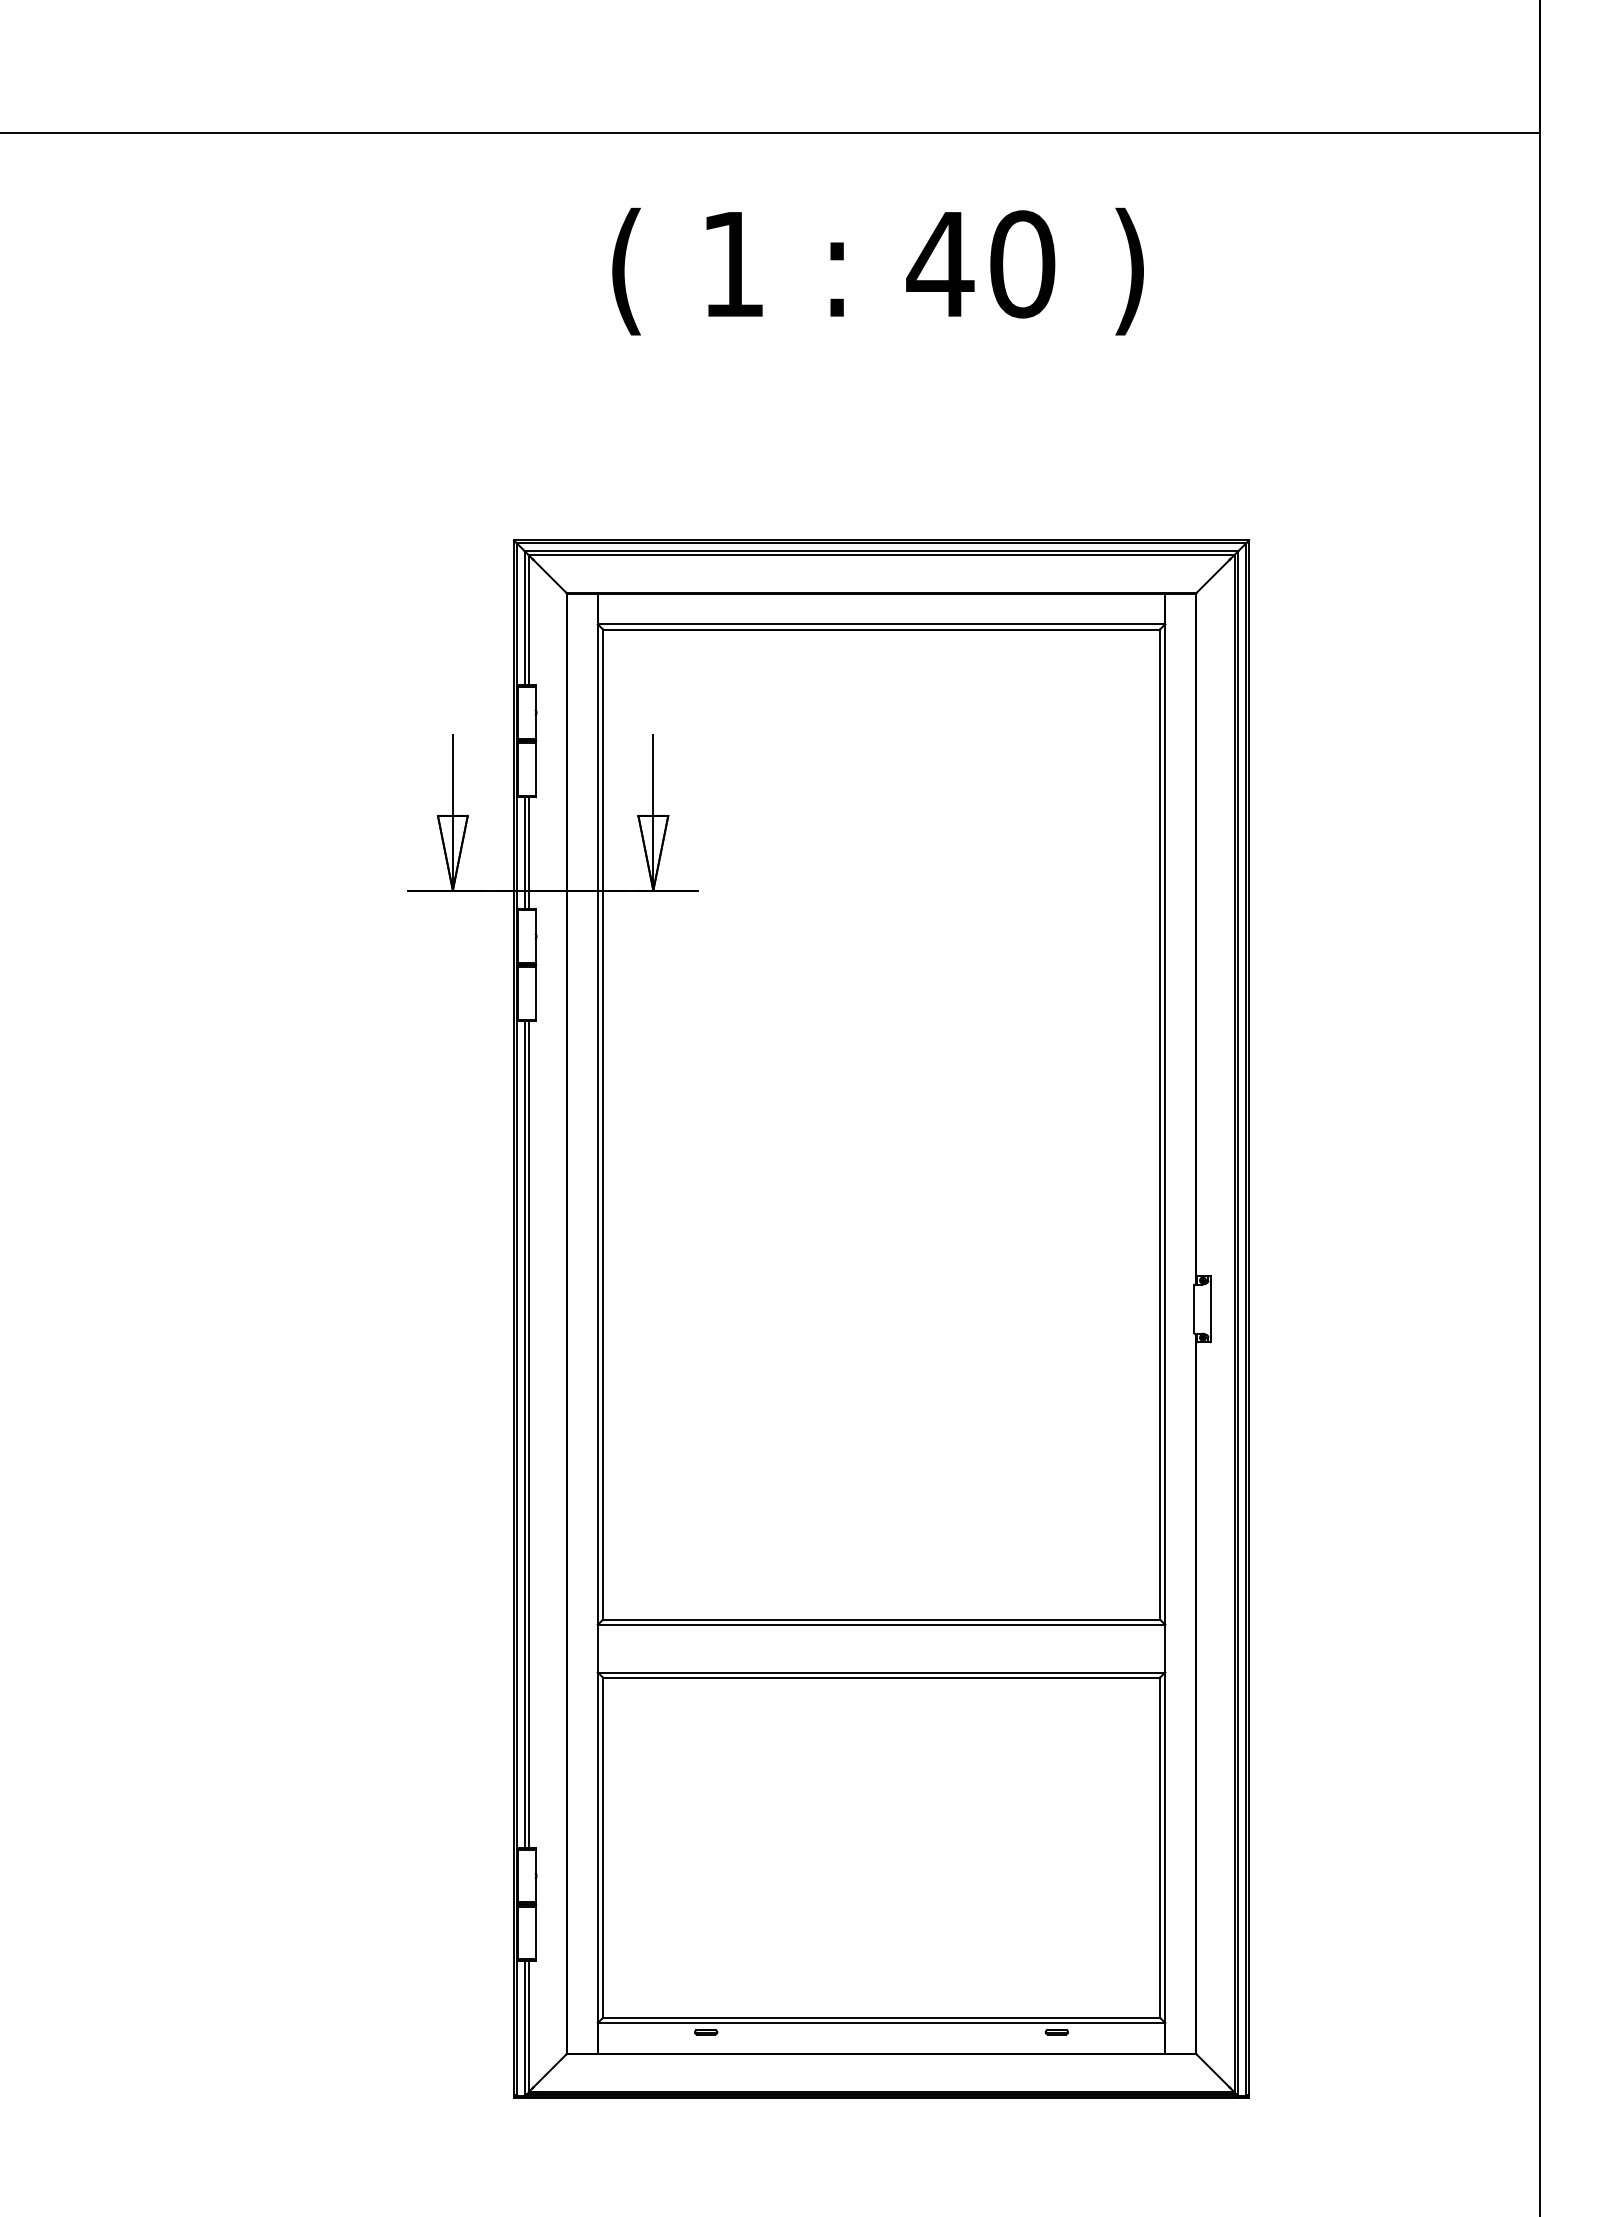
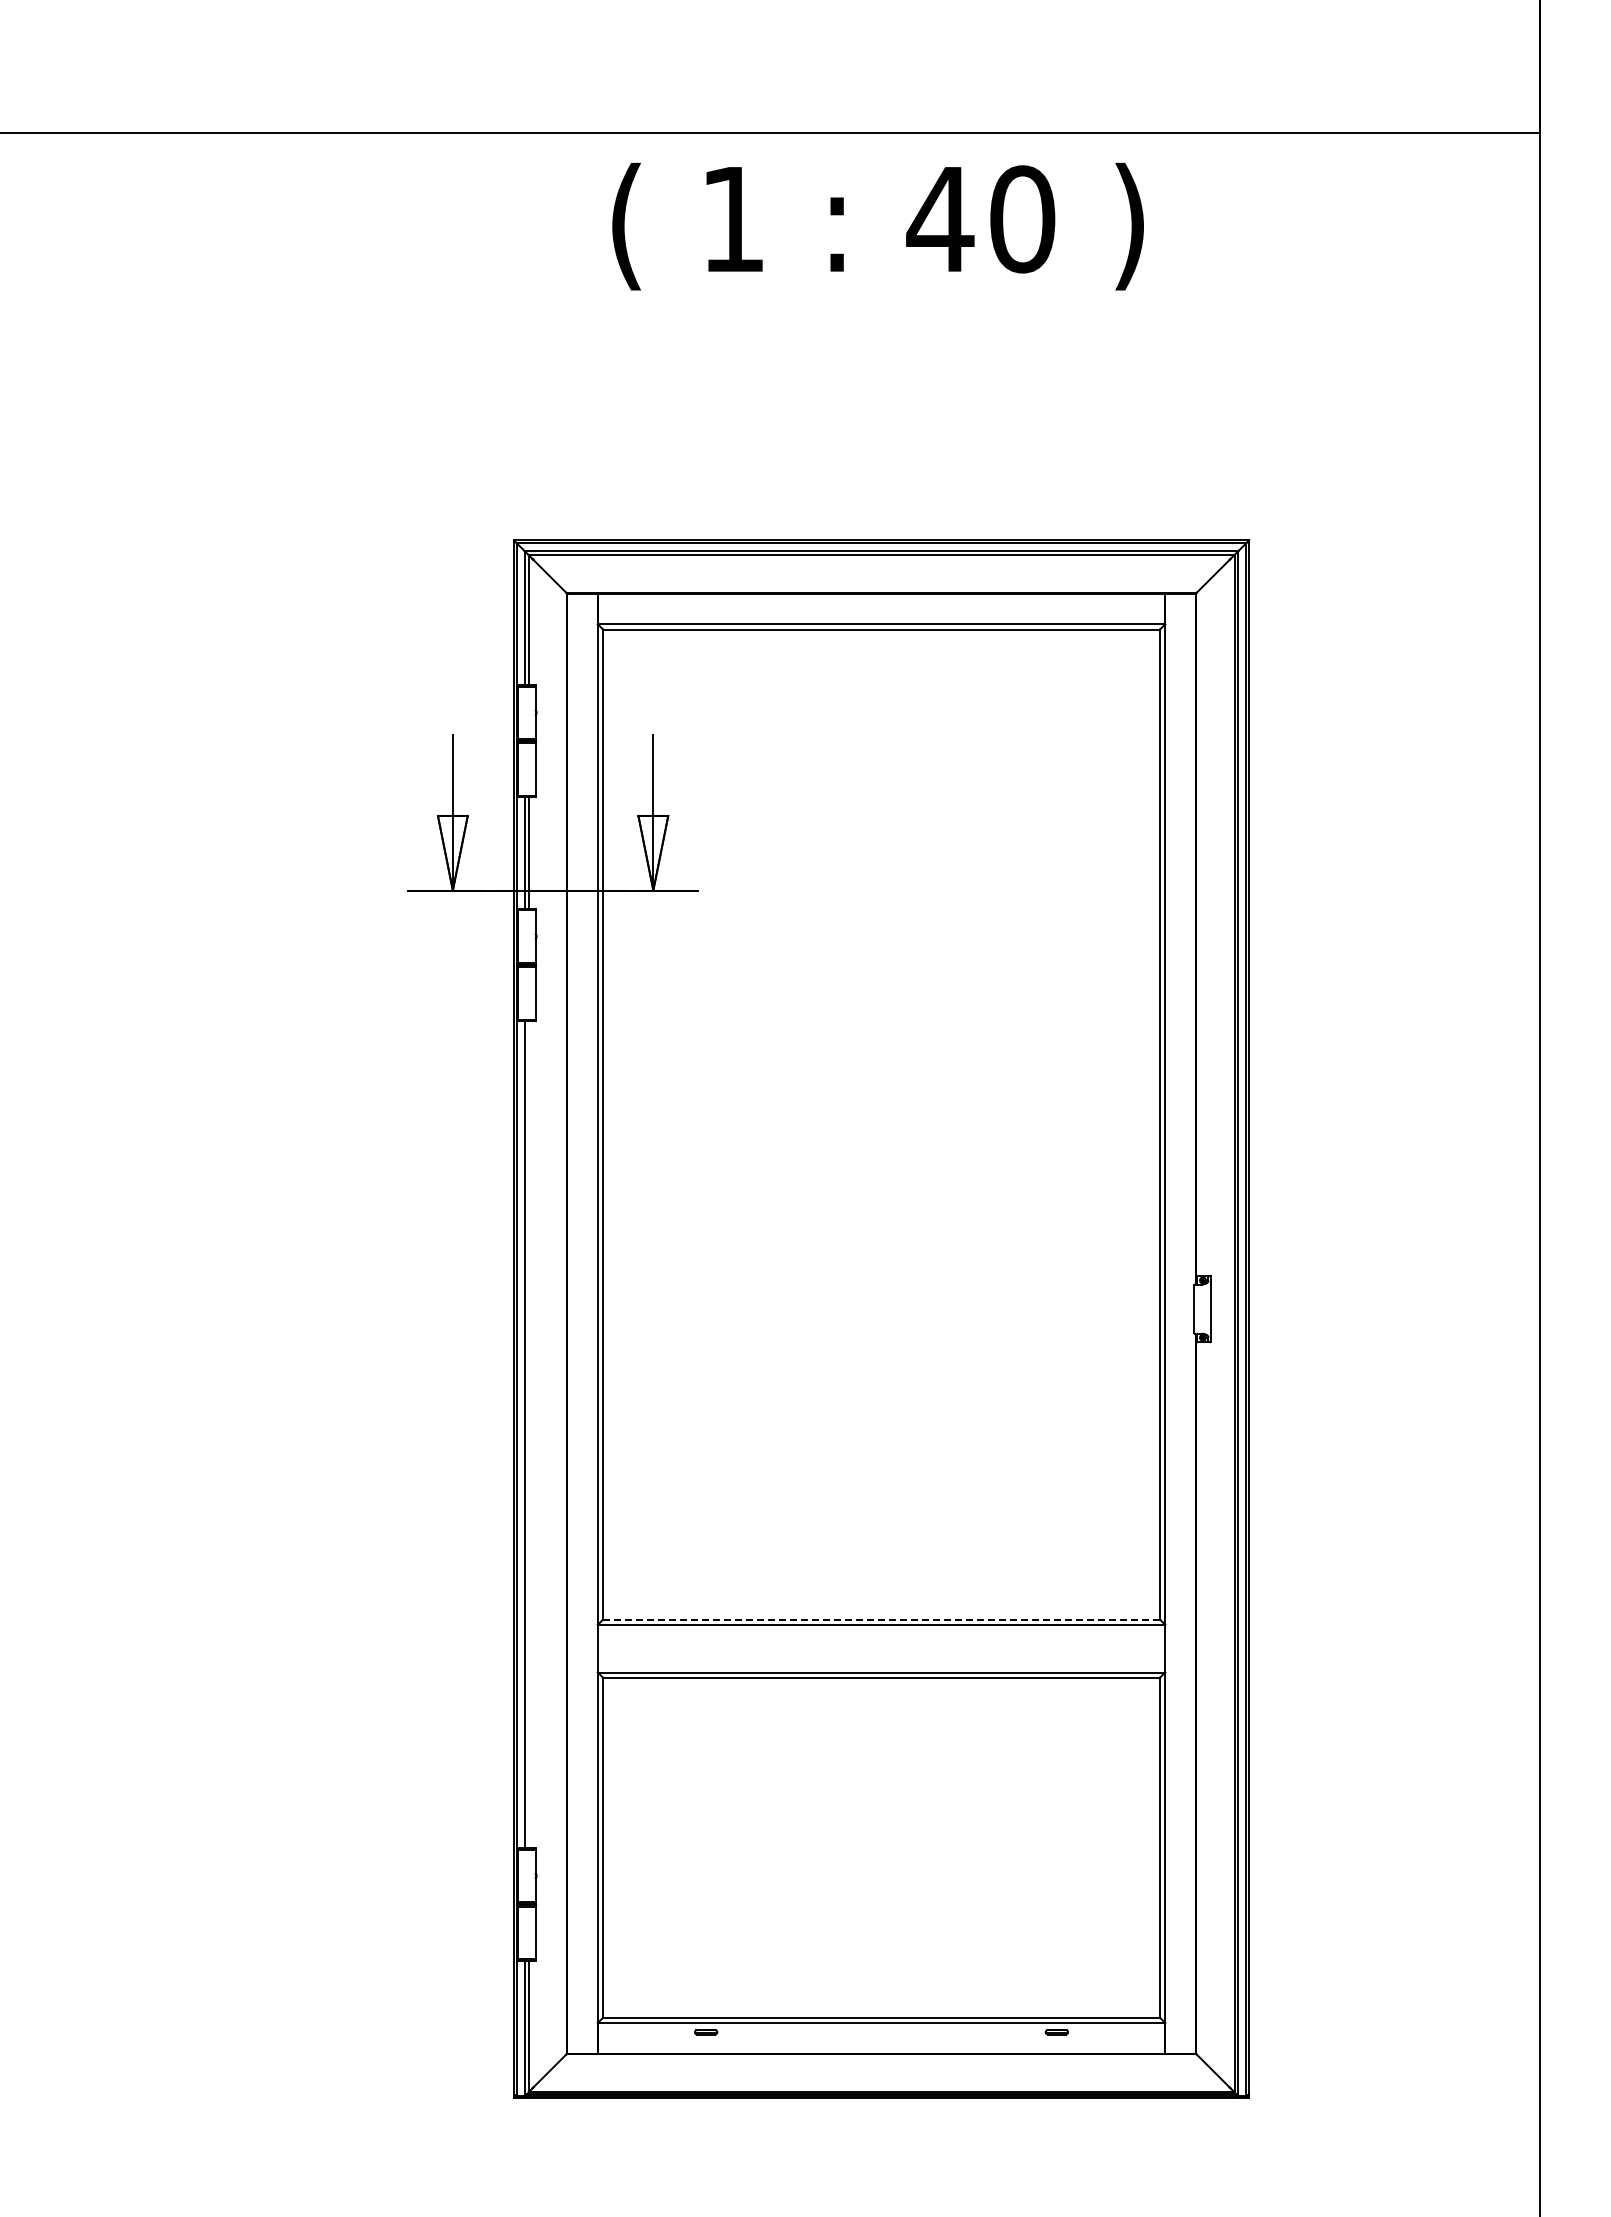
text at (877, 271) position: (877, 271) -> (877, 226)
line at (528, 1434): present -> none
line at (881, 1619): solid -> dashed
